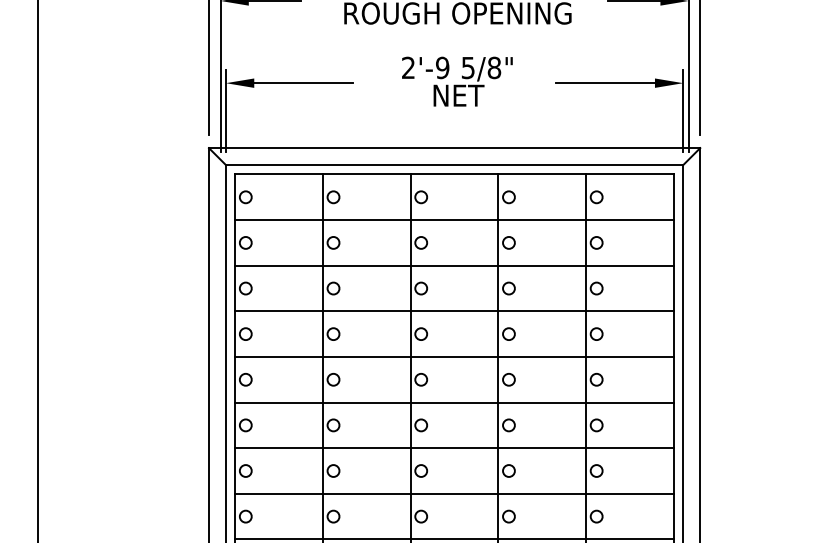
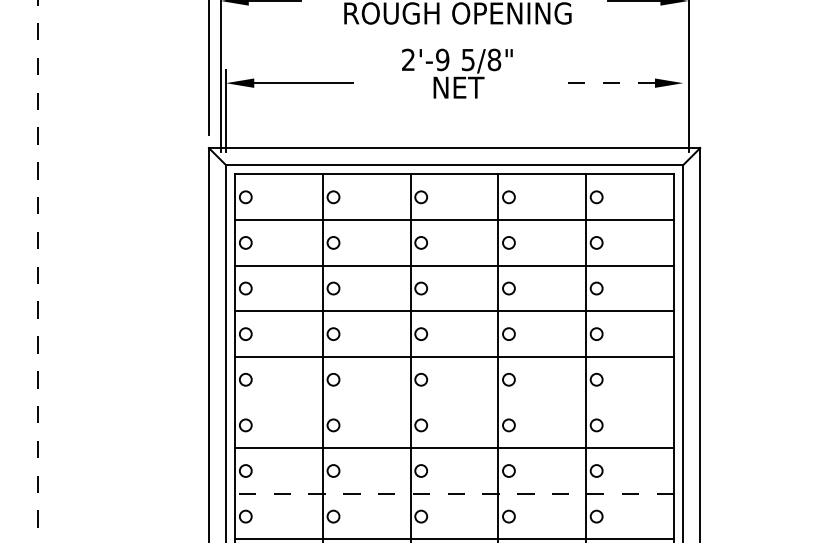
line at (700, 68): present -> none
text at (457, 81) position: (457, 81) -> (457, 73)
line at (605, 83): solid -> dashed
line at (683, 110): present -> none
line at (37, 271): solid -> dashed
line at (454, 402): present -> none
line at (454, 493): solid -> dashed
